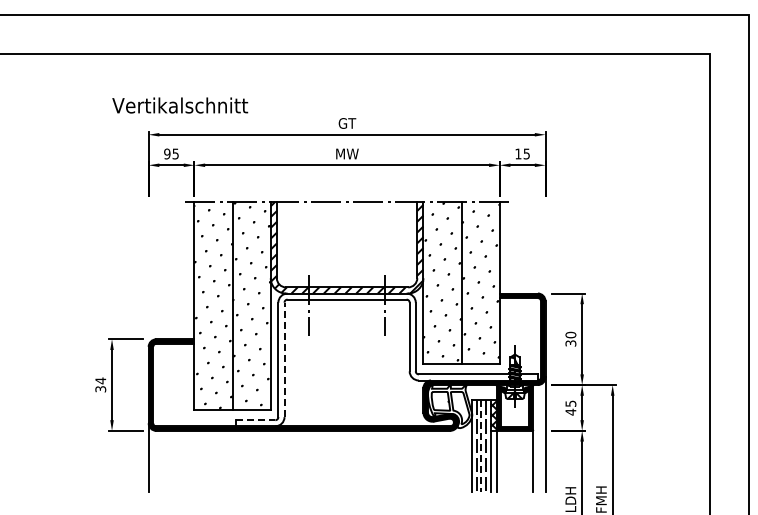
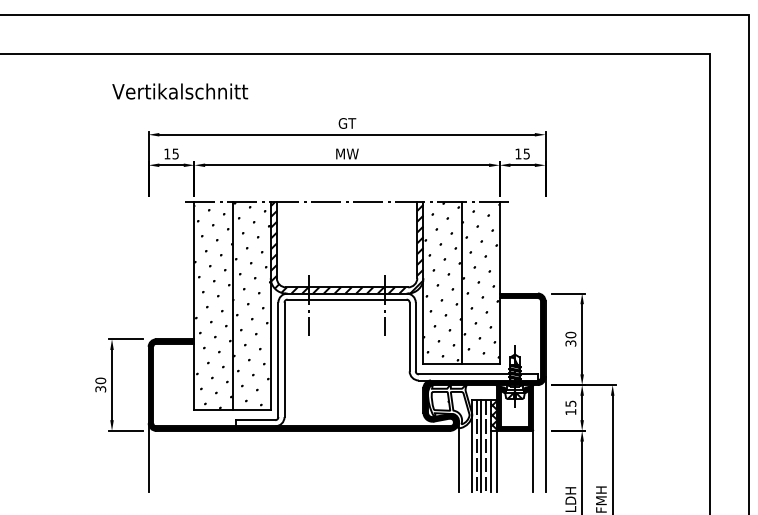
text at (180, 105) position: (180, 105) -> (180, 91)
text at (167, 153): 95 -> 15
line at (284, 359): dashed -> solid
text at (100, 380): 34 -> 30
text at (570, 411): 45 -> 15
line at (255, 420): dashed -> solid
line at (481, 446): dashed -> solid
line at (458, 456): none -> present
